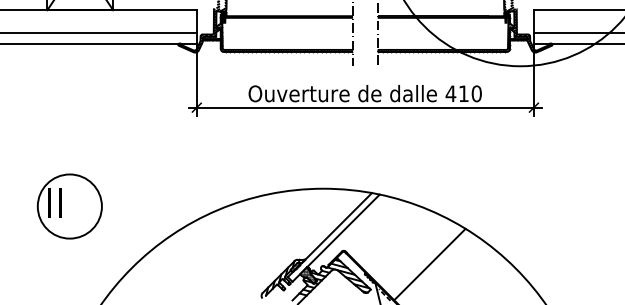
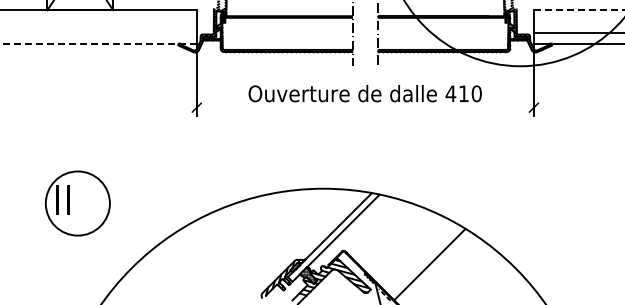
line at (579, 10): solid -> dashed
line at (99, 33): present -> none
line at (97, 43): solid -> dashed
line at (365, 107): present -> none
part at (69, 206) position: (69, 206) -> (77, 203)
